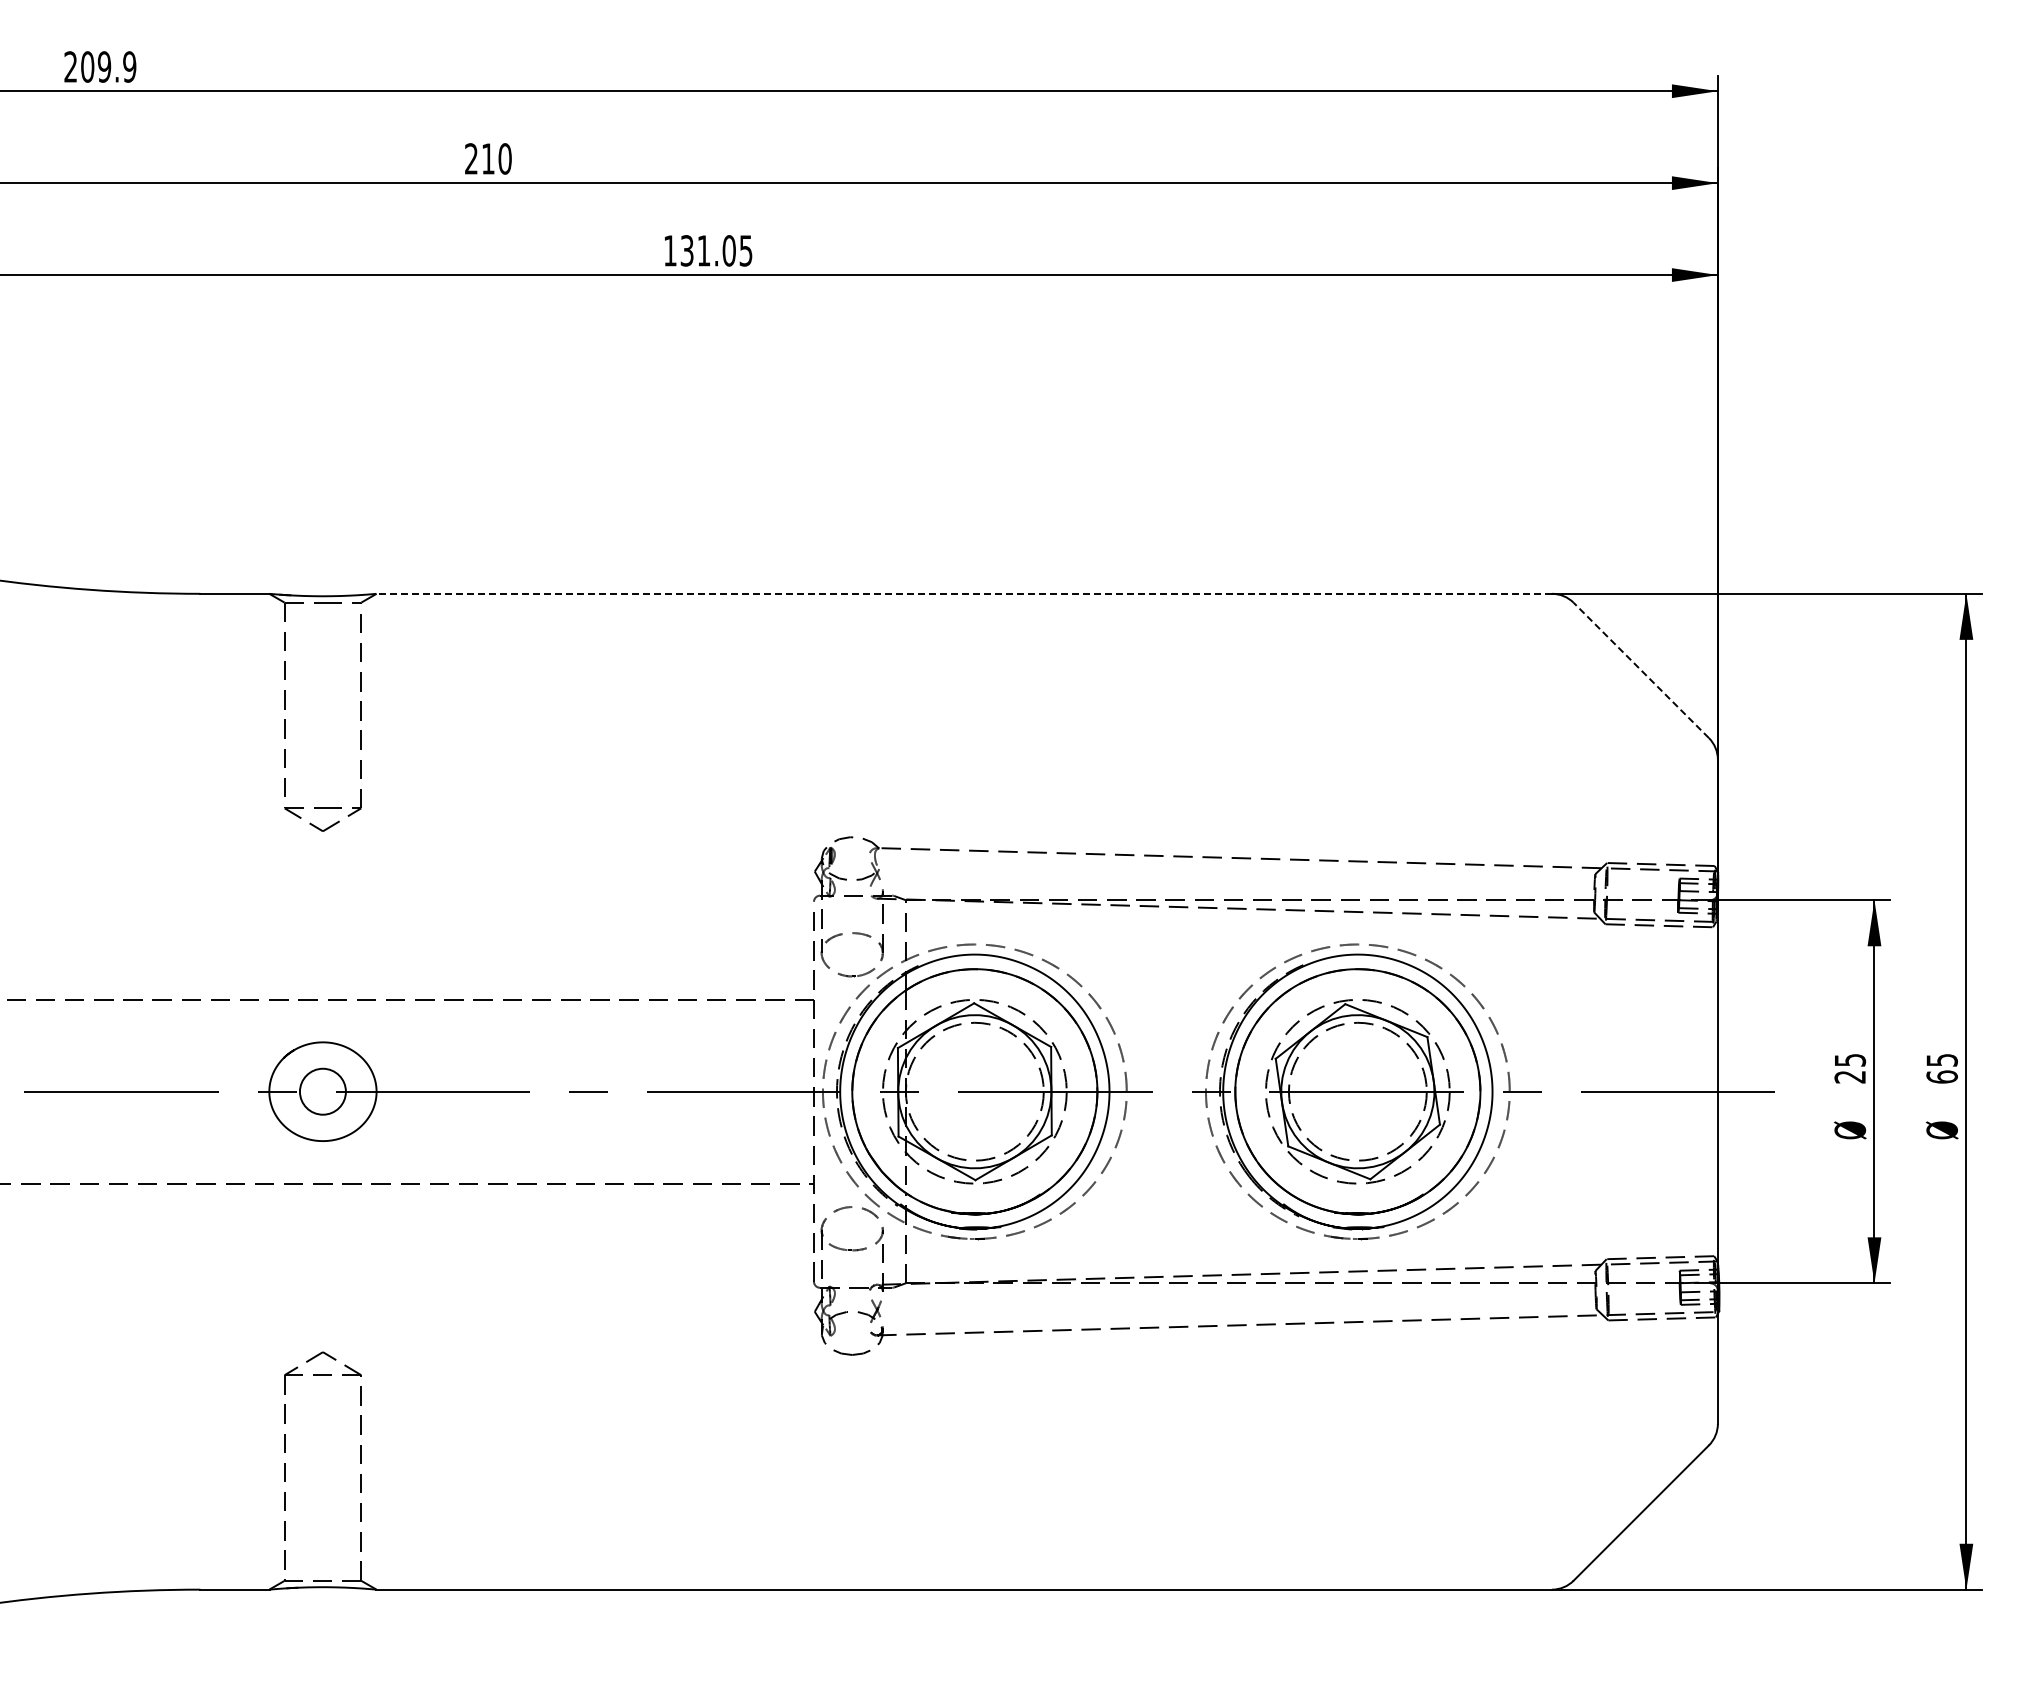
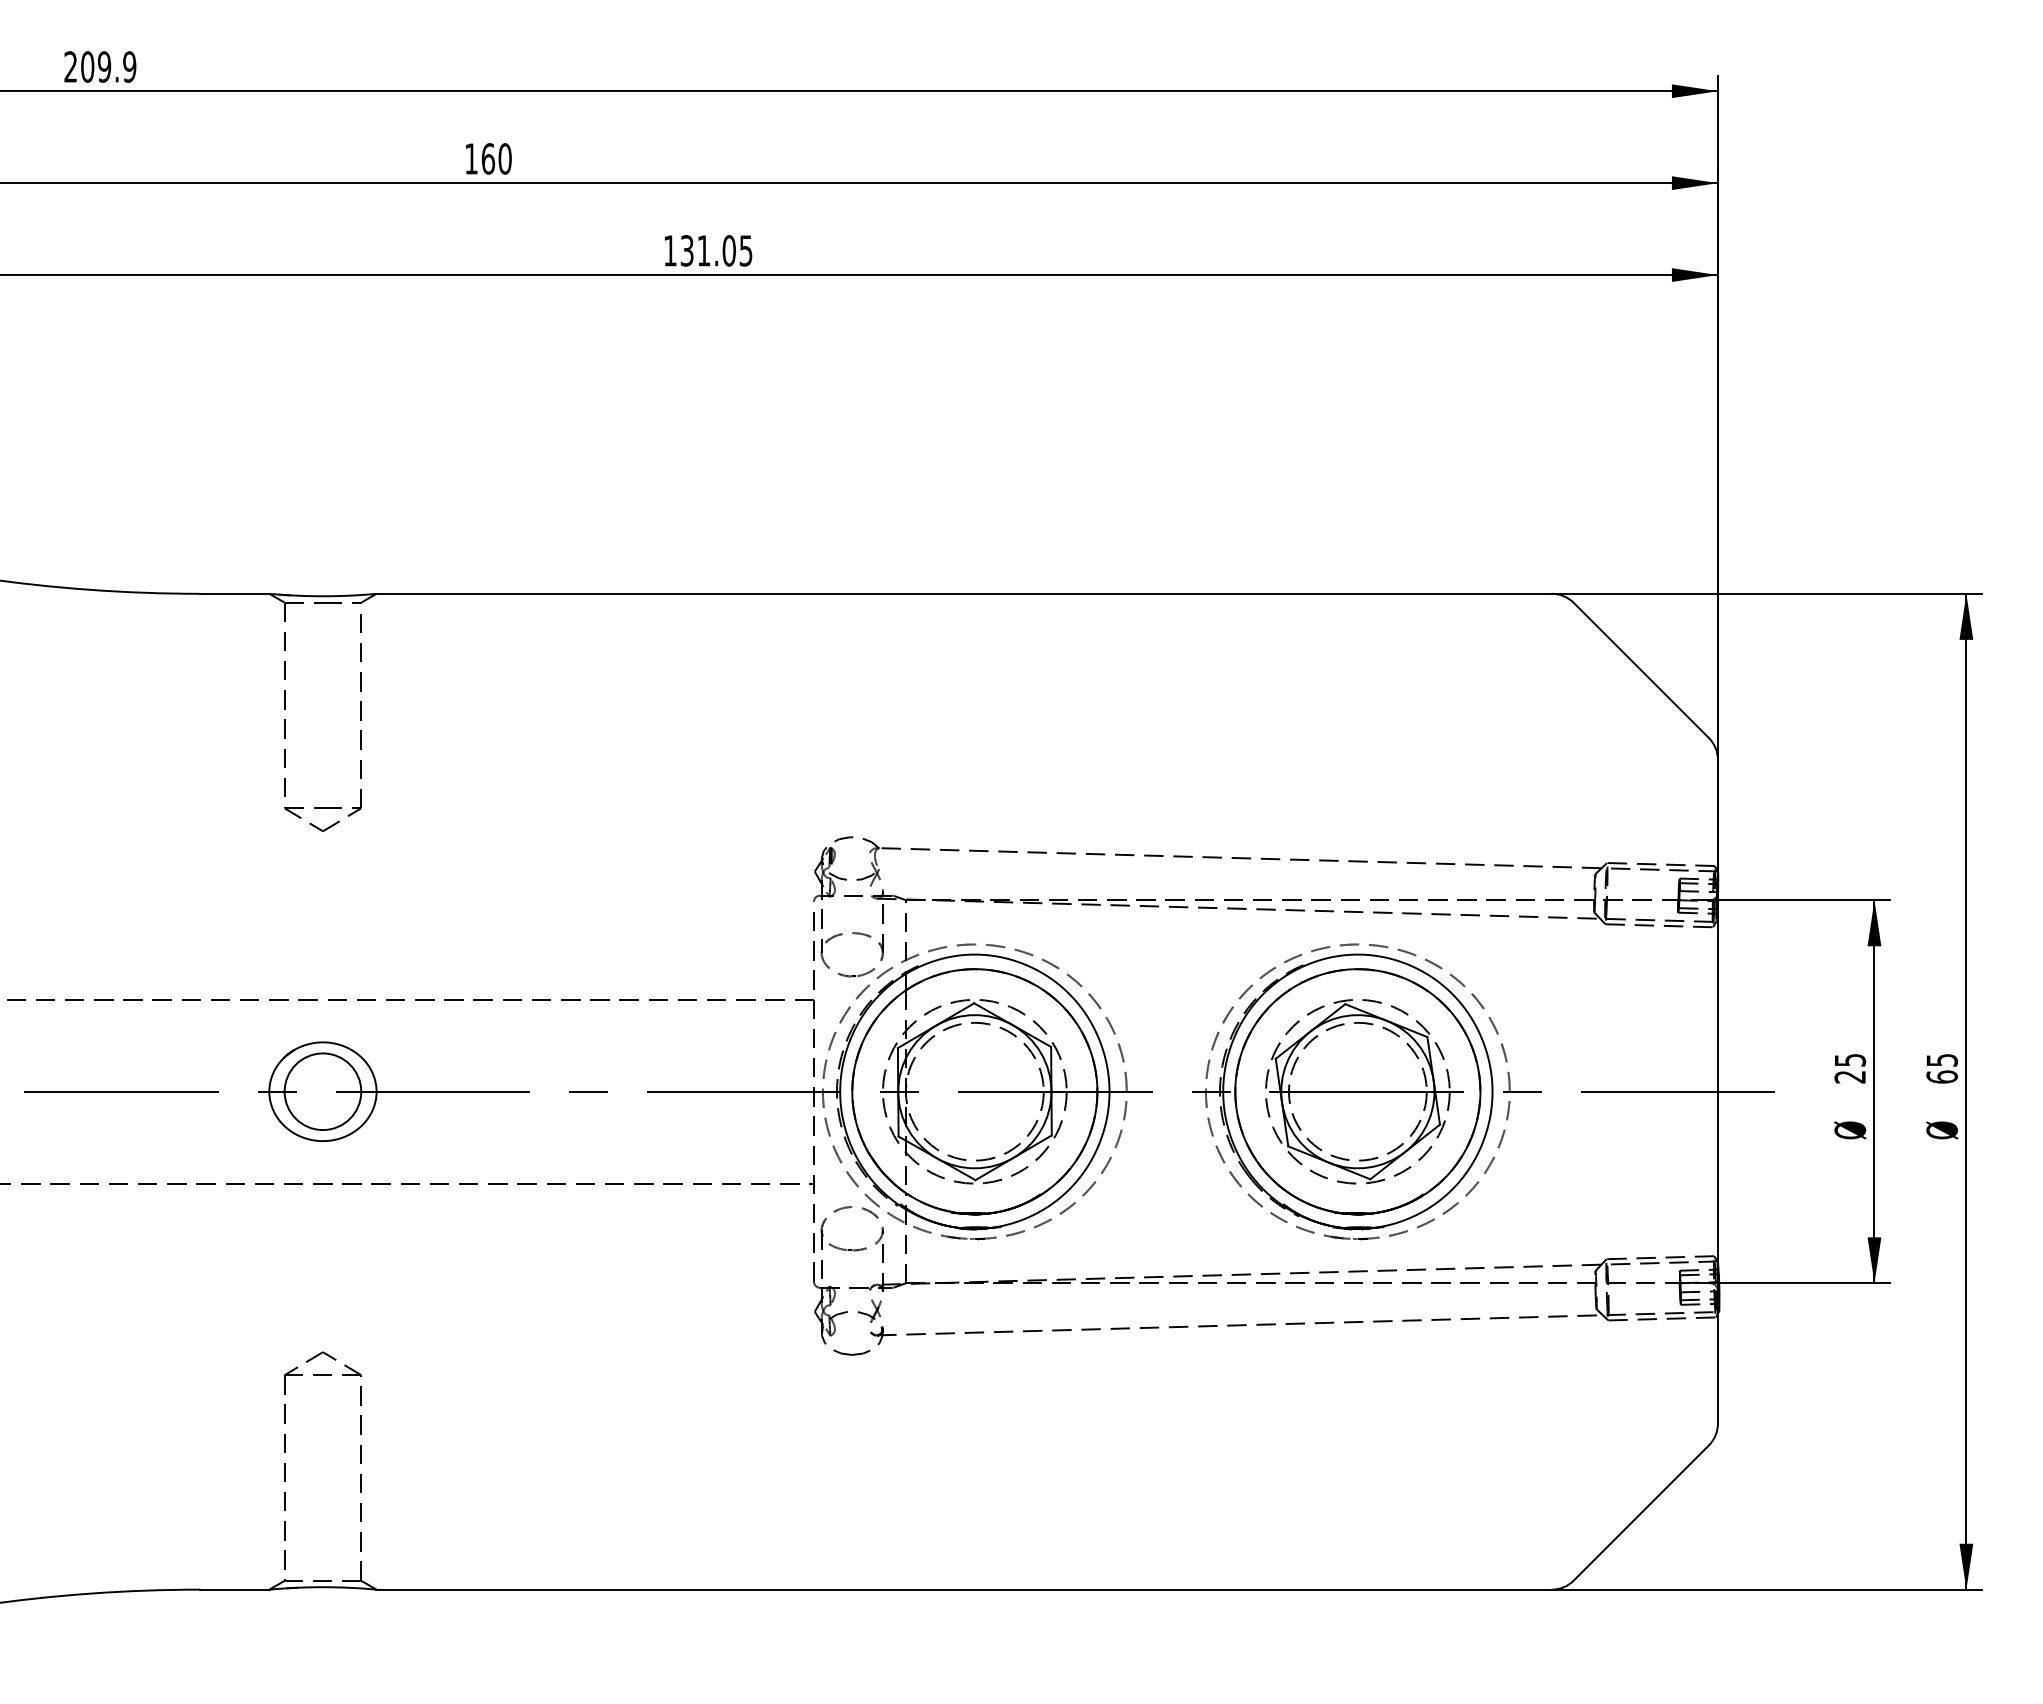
text at (480, 158): 210 -> 160
line at (963, 593): dashed -> solid
line at (1641, 670): dashed -> solid
circle at (322, 1091) diameter: 46 px -> 77 px
